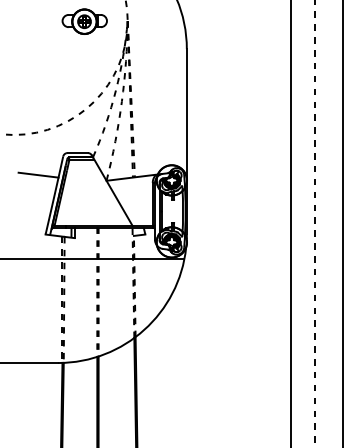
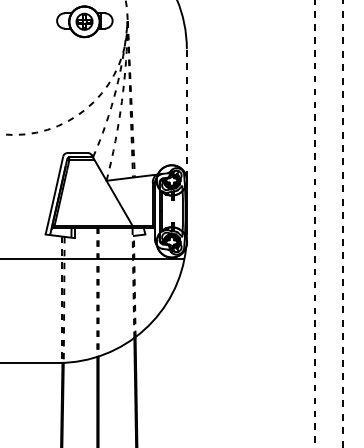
part at (84, 21) size: 47x27 px -> 58x34 px
line at (186, 113): solid -> dashed
line at (38, 174): present -> none
line at (290, 223): present -> none
line at (342, 224): solid -> dashed
